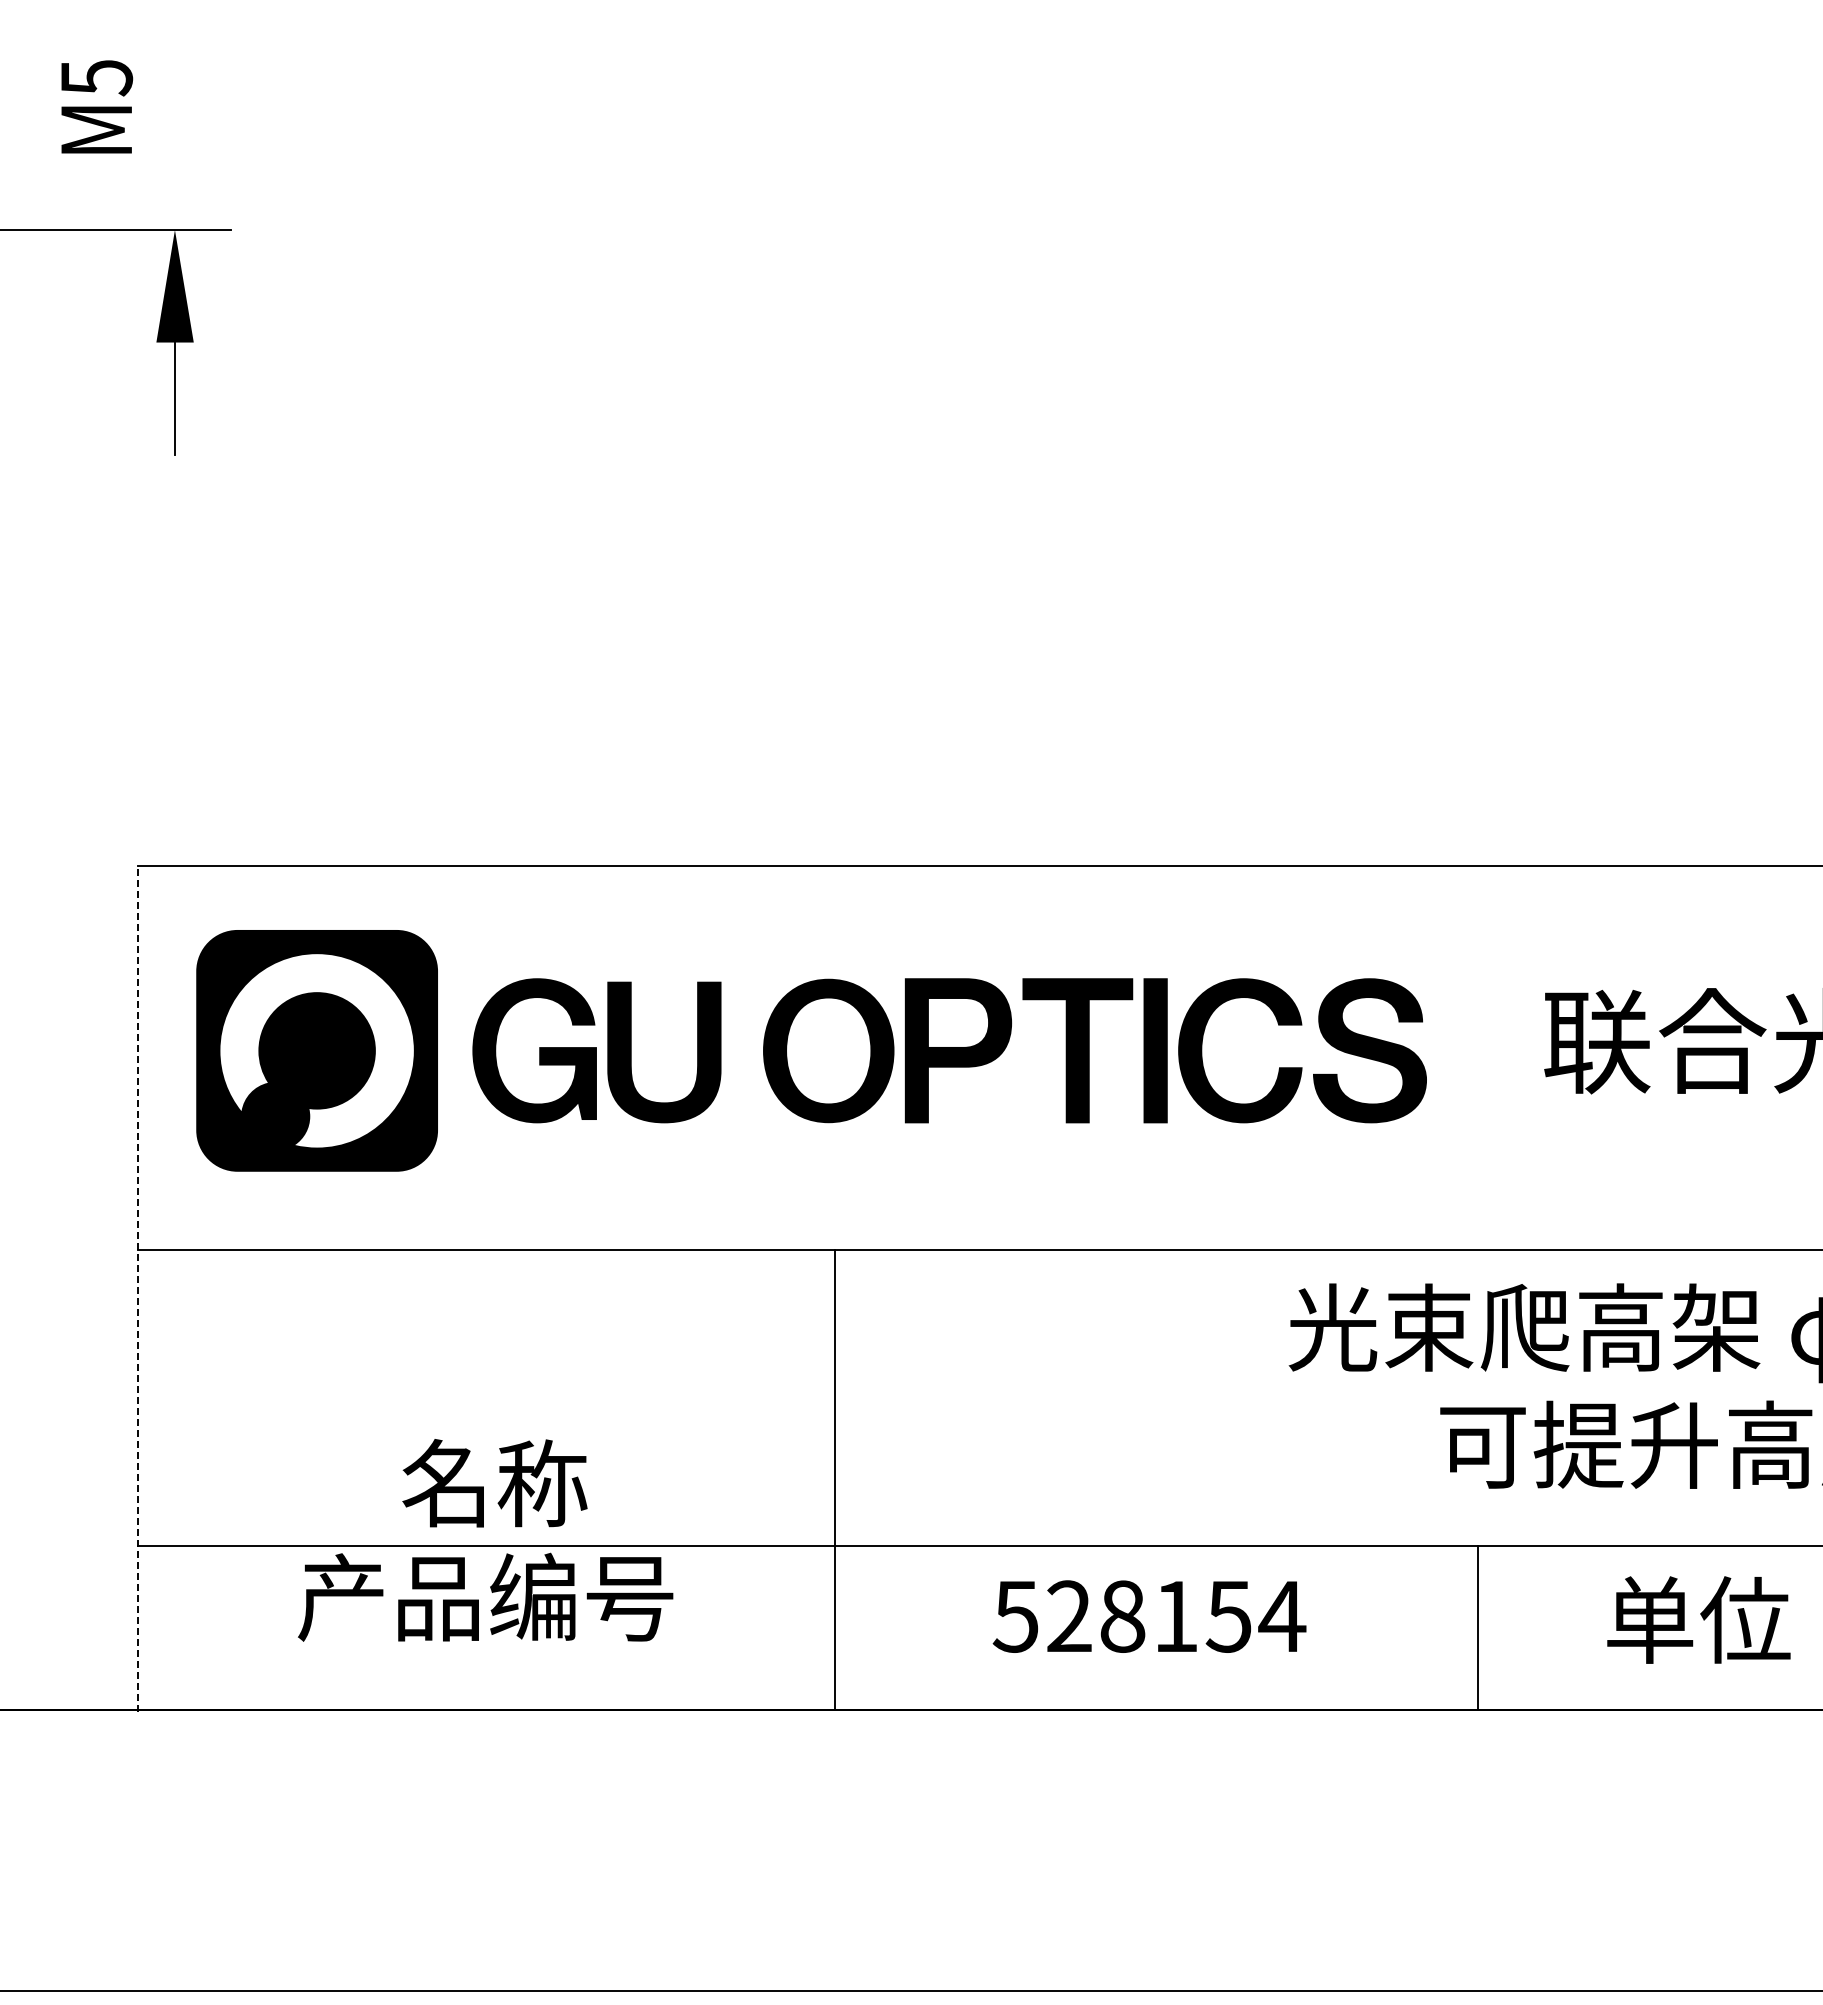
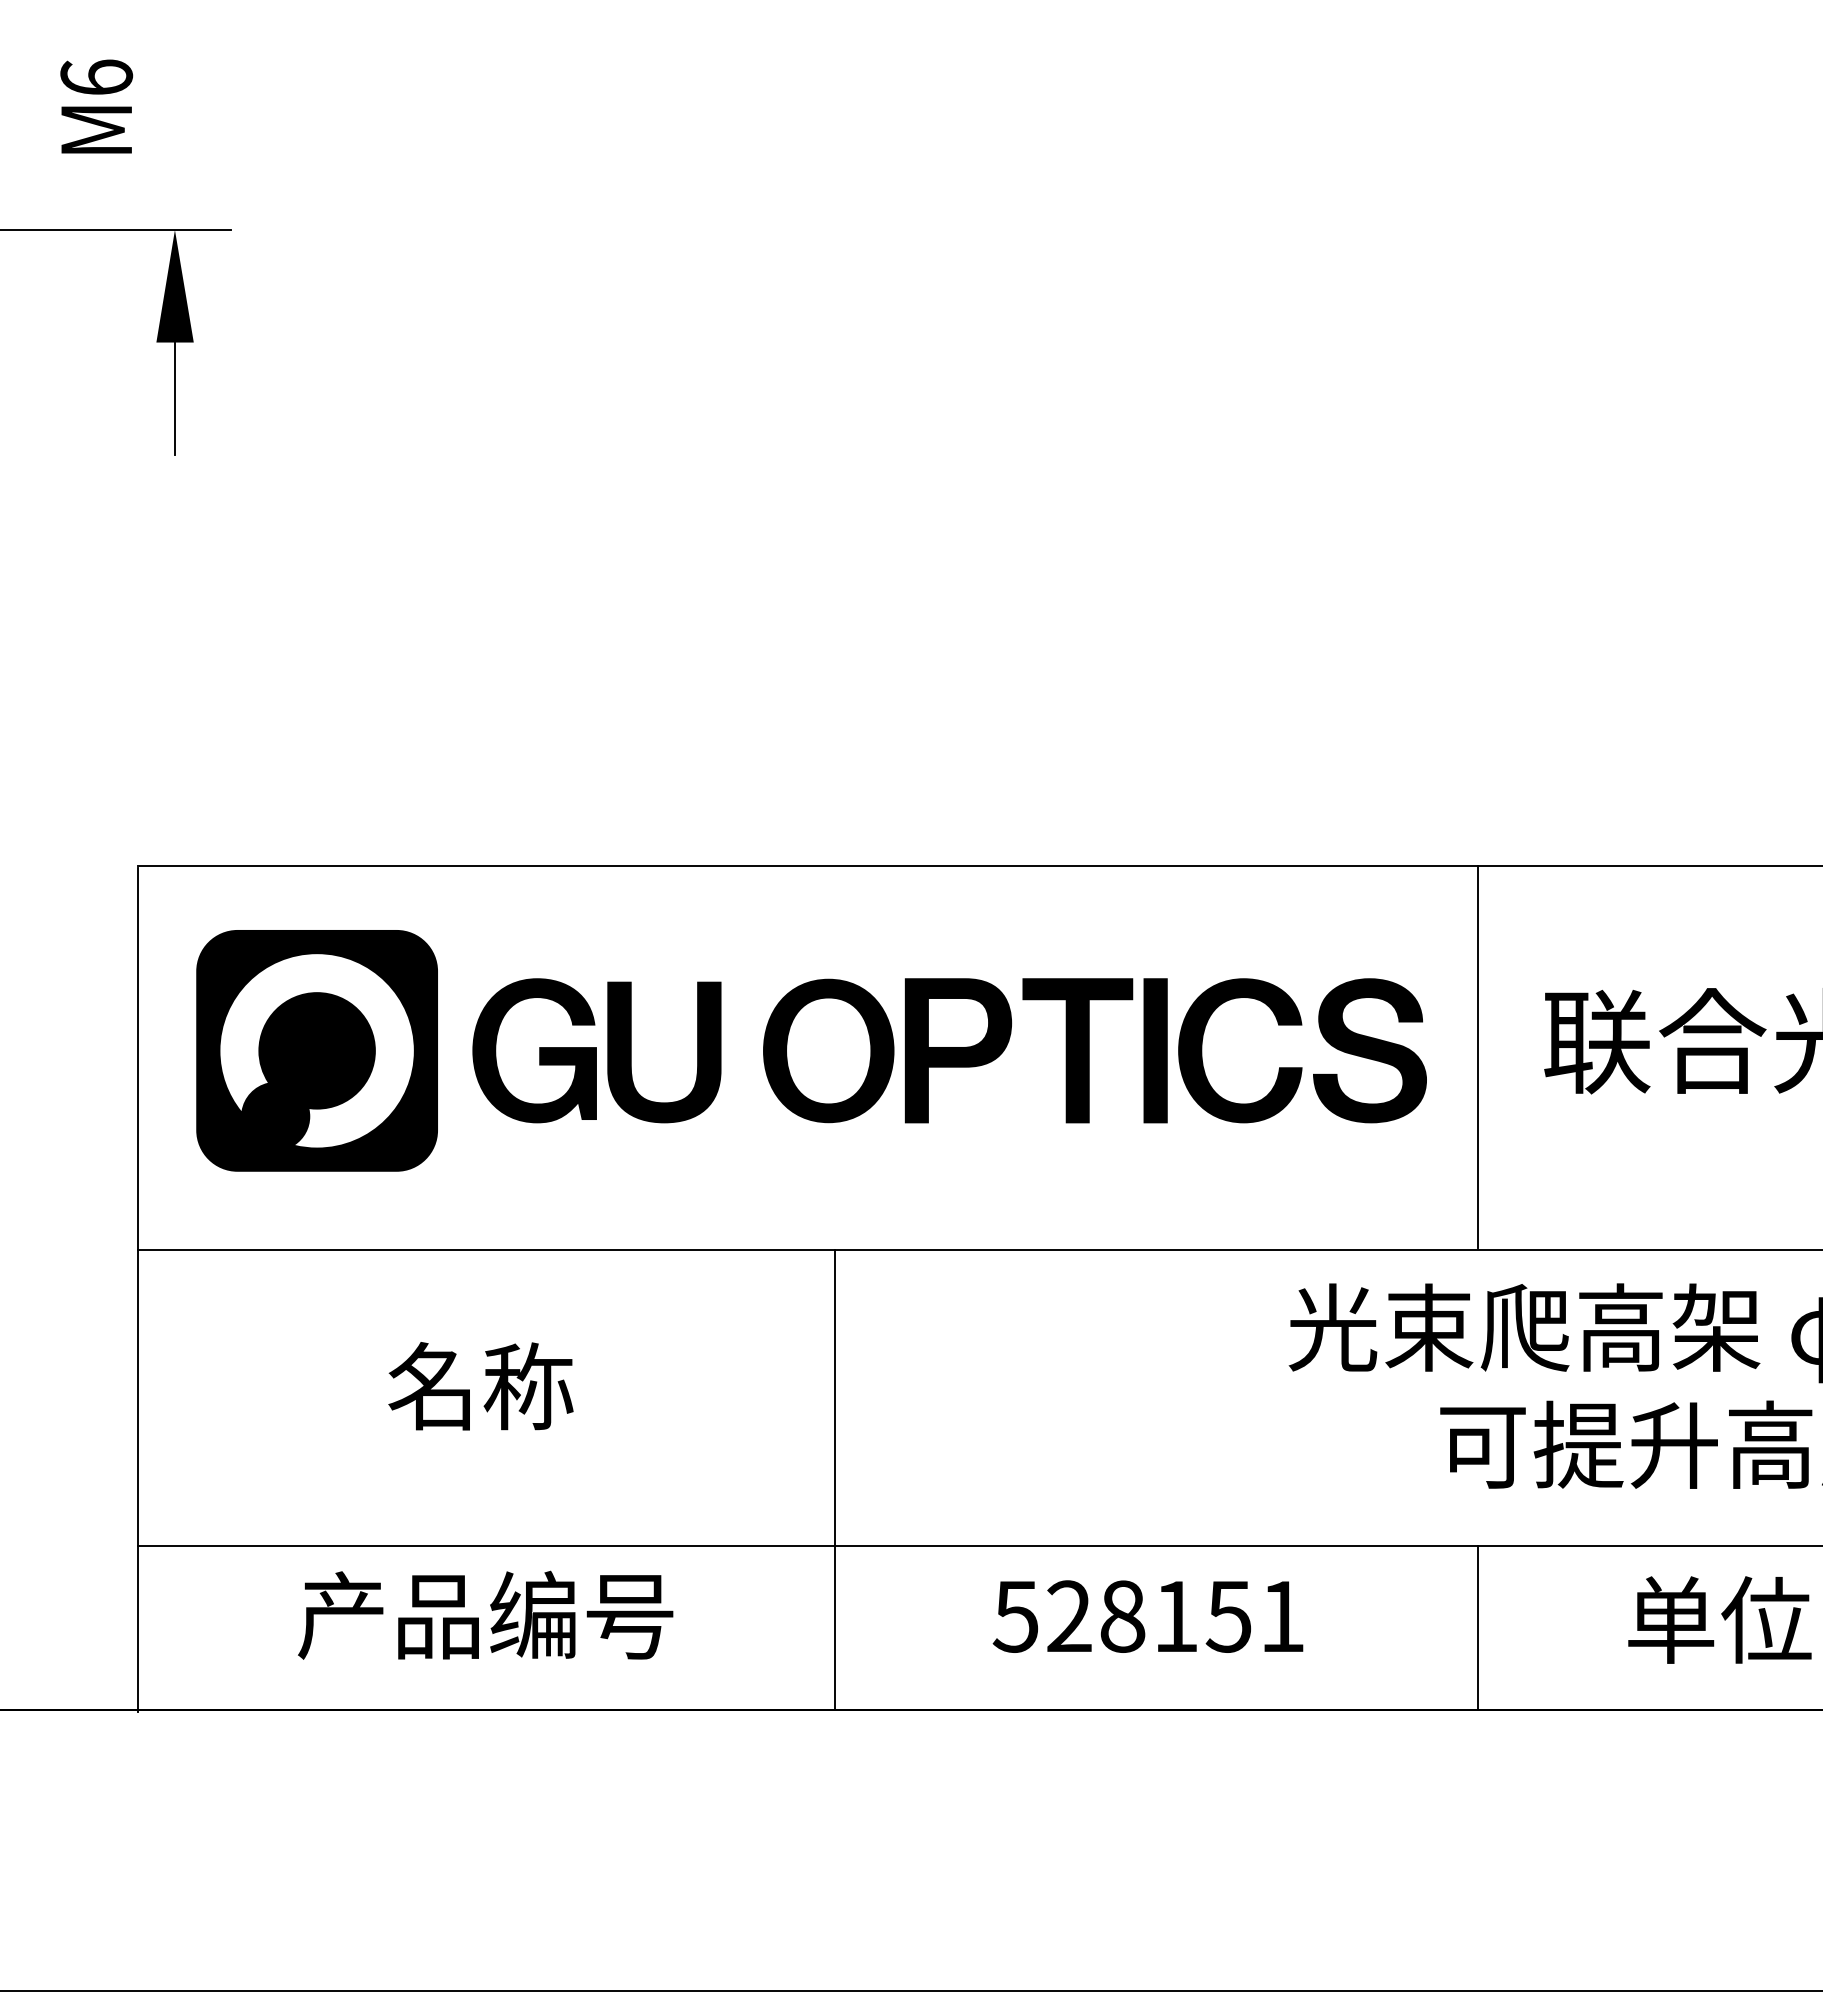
text at (96, 77): M5 -> M6
line at (1478, 1056): none -> present
line at (138, 1289): dashed -> solid
text at (494, 1483) position: (494, 1483) -> (480, 1386)
text at (485, 1596) position: (485, 1596) -> (485, 1614)
text at (1282, 1616): 528154 -> 528151
text at (1698, 1619) position: (1698, 1619) -> (1719, 1619)
